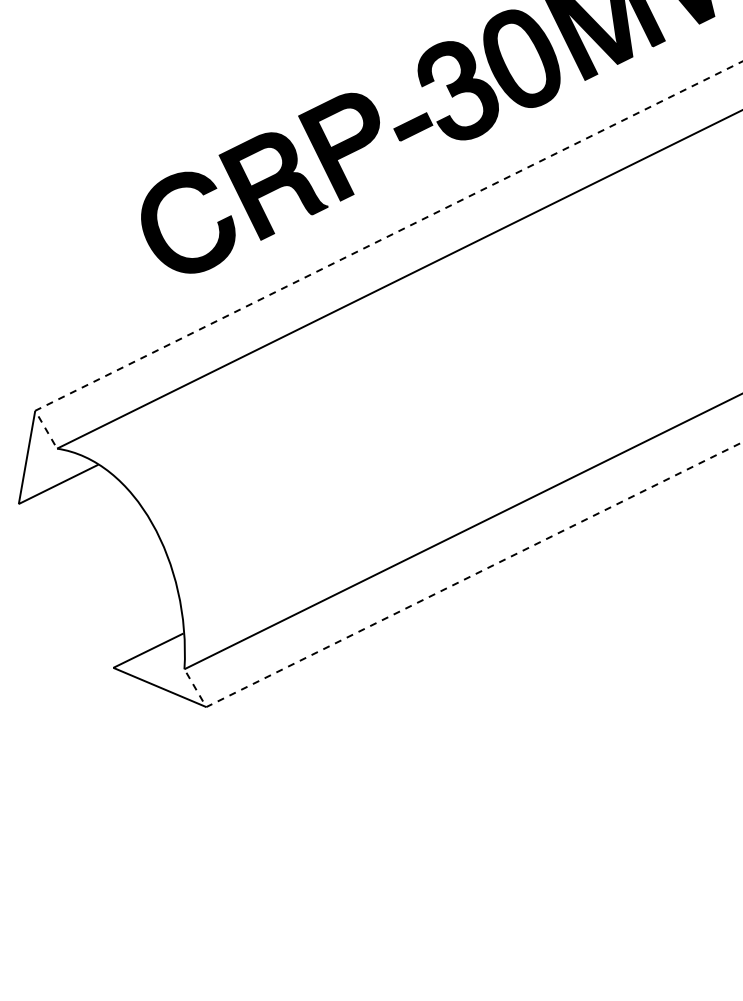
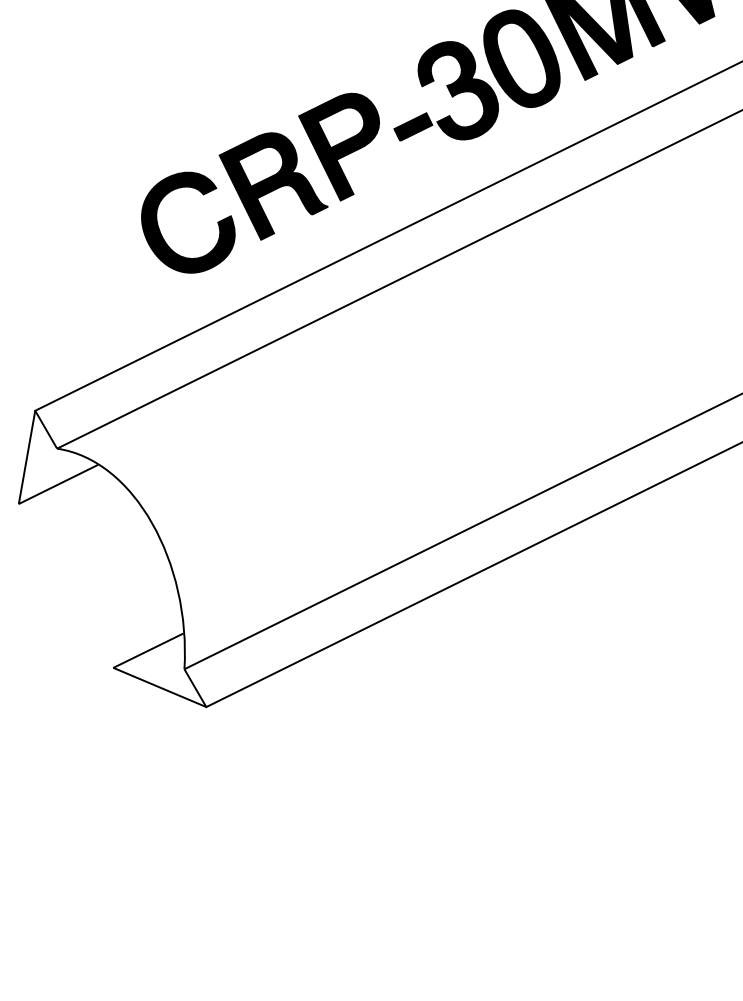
line at (368, 246): dashed -> solid
line at (453, 584): dashed -> solid
